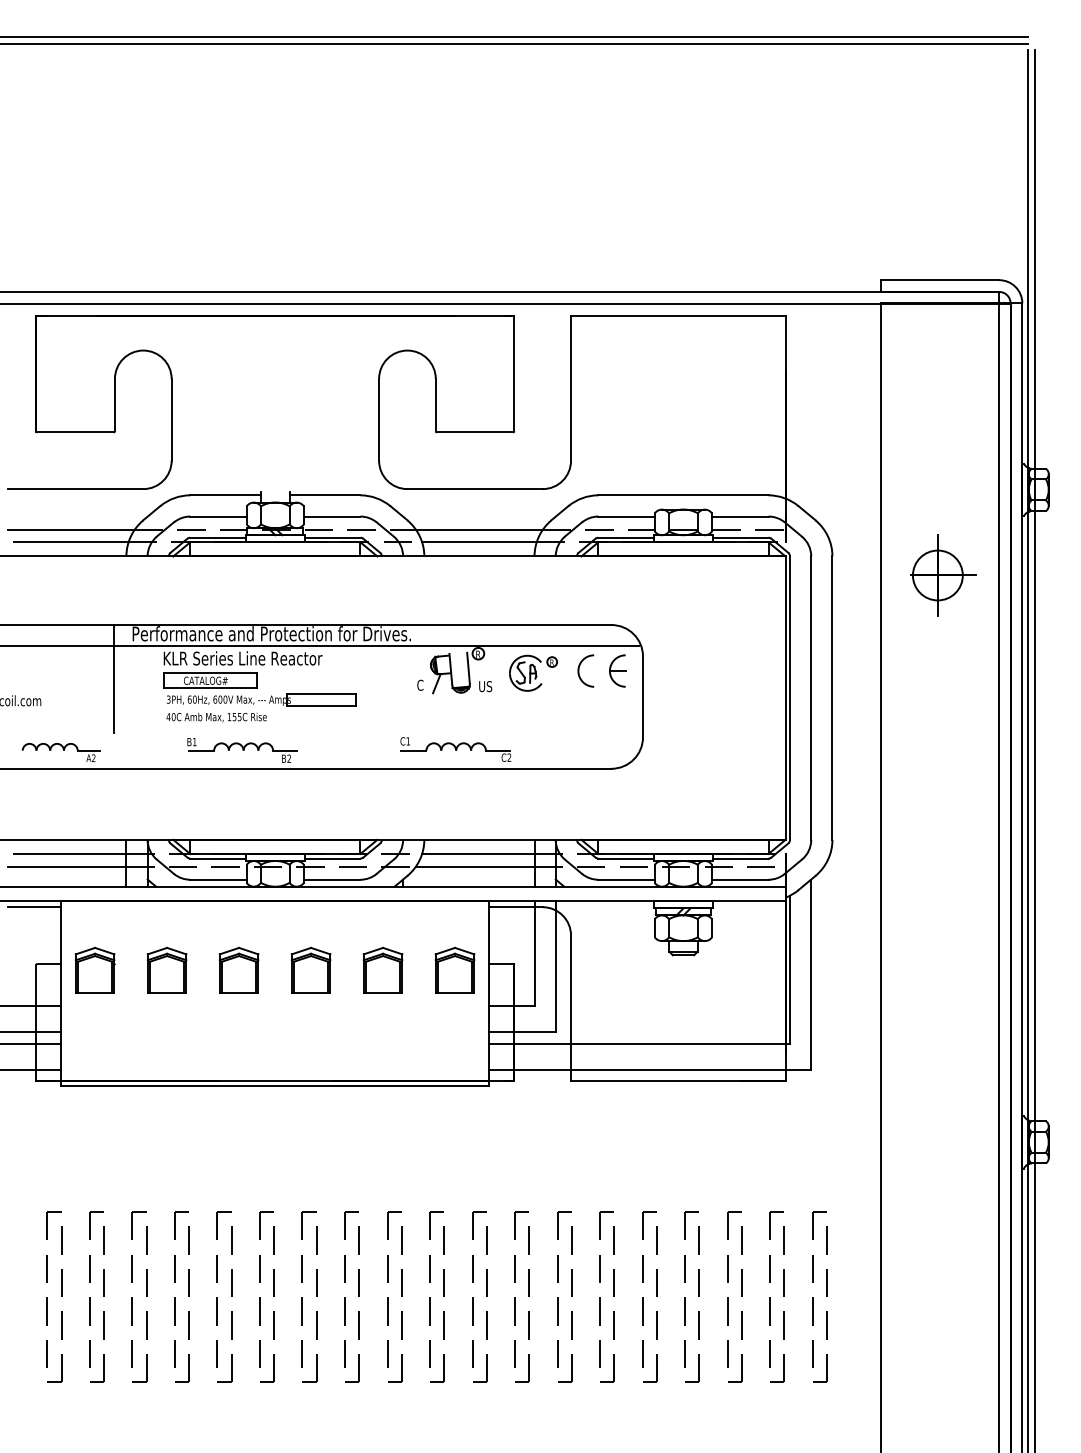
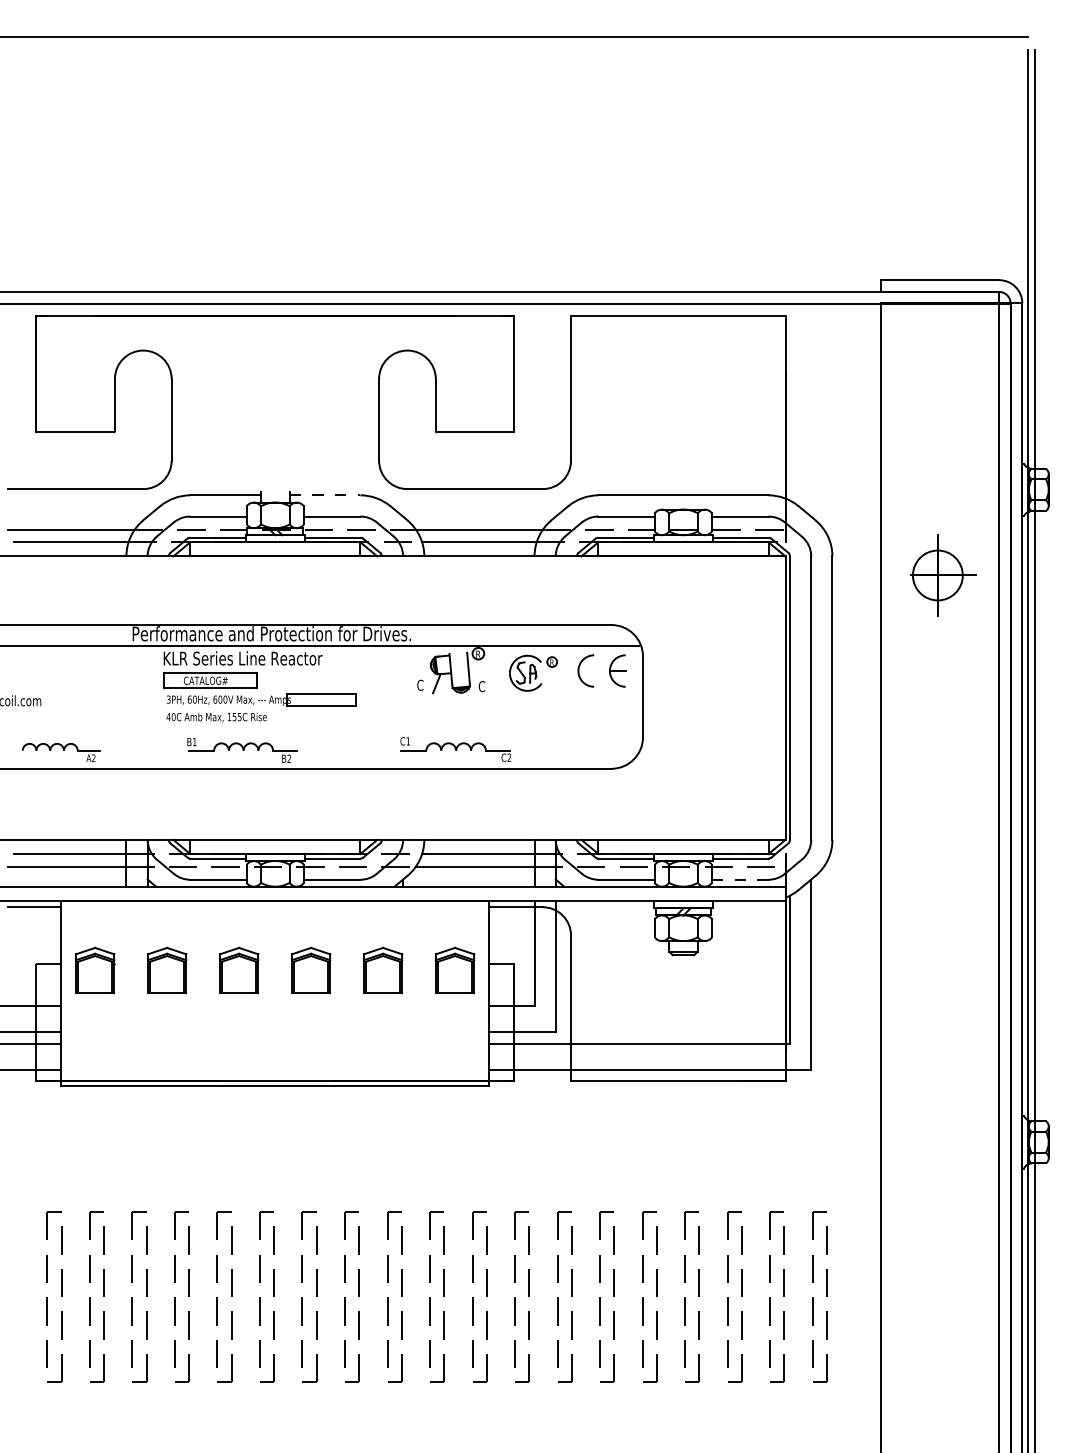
line at (515, 43): present -> none
line at (325, 495): solid -> dashed
line at (114, 678): present -> none
text at (485, 686): US -> C
line at (739, 879): solid -> dashed
